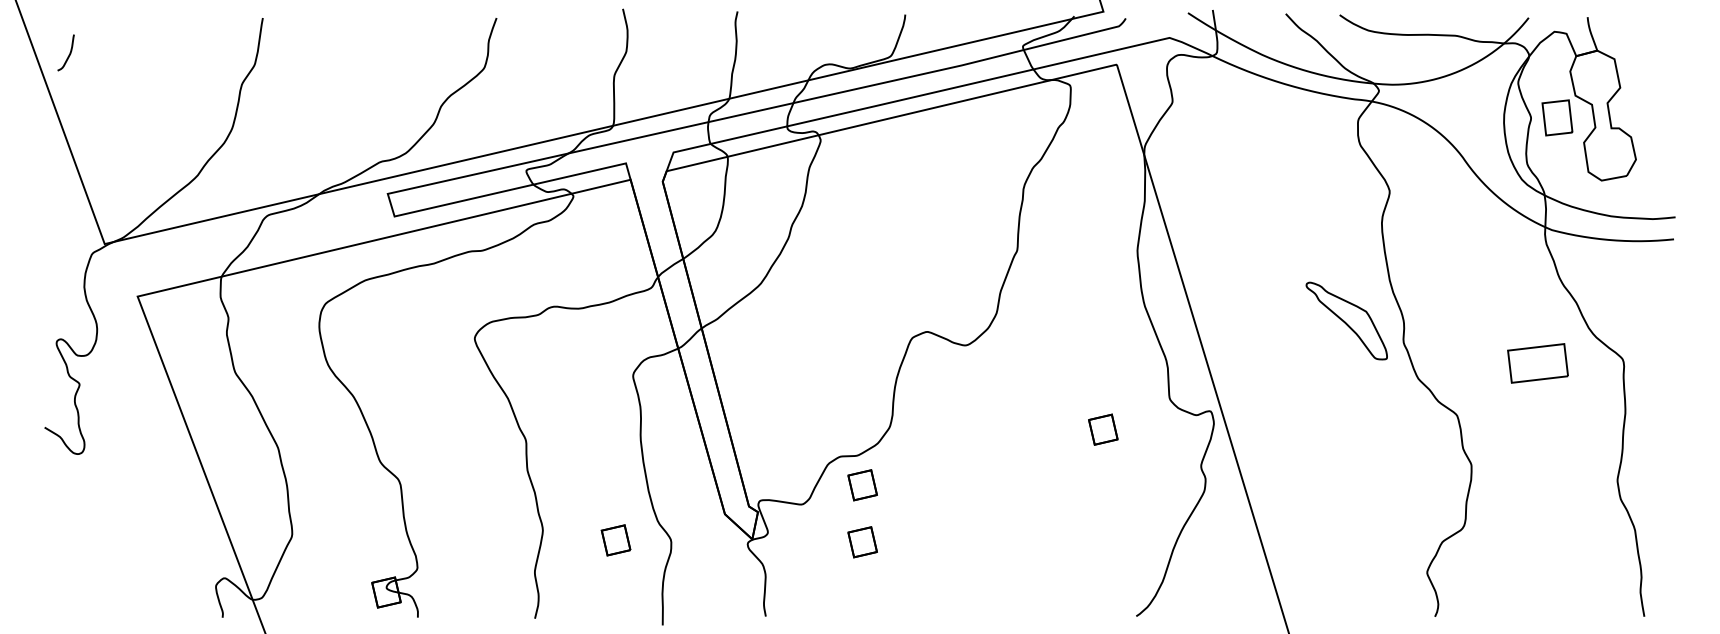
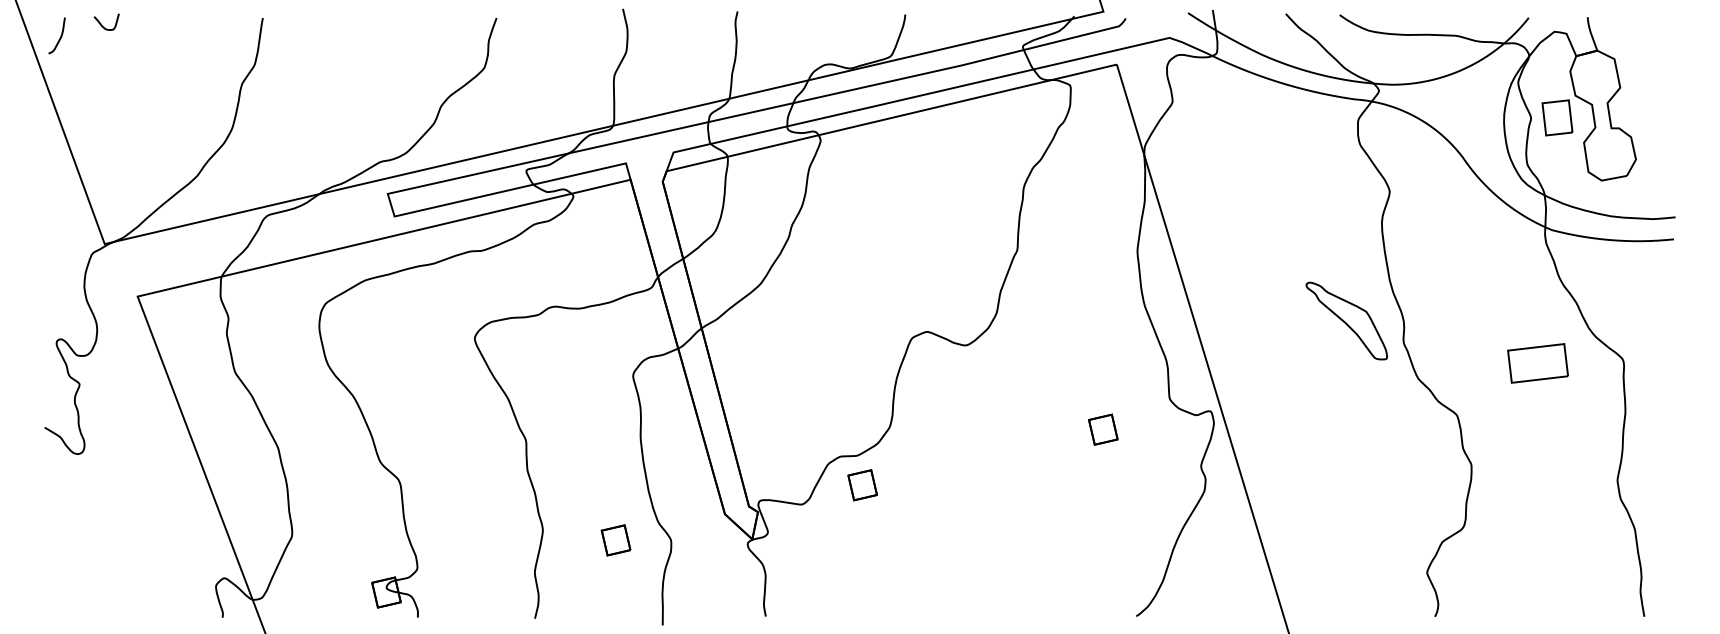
curve at (101, 23): none -> present
curve at (68, 54) position: (68, 54) -> (59, 37)
part at (862, 542): present -> none
